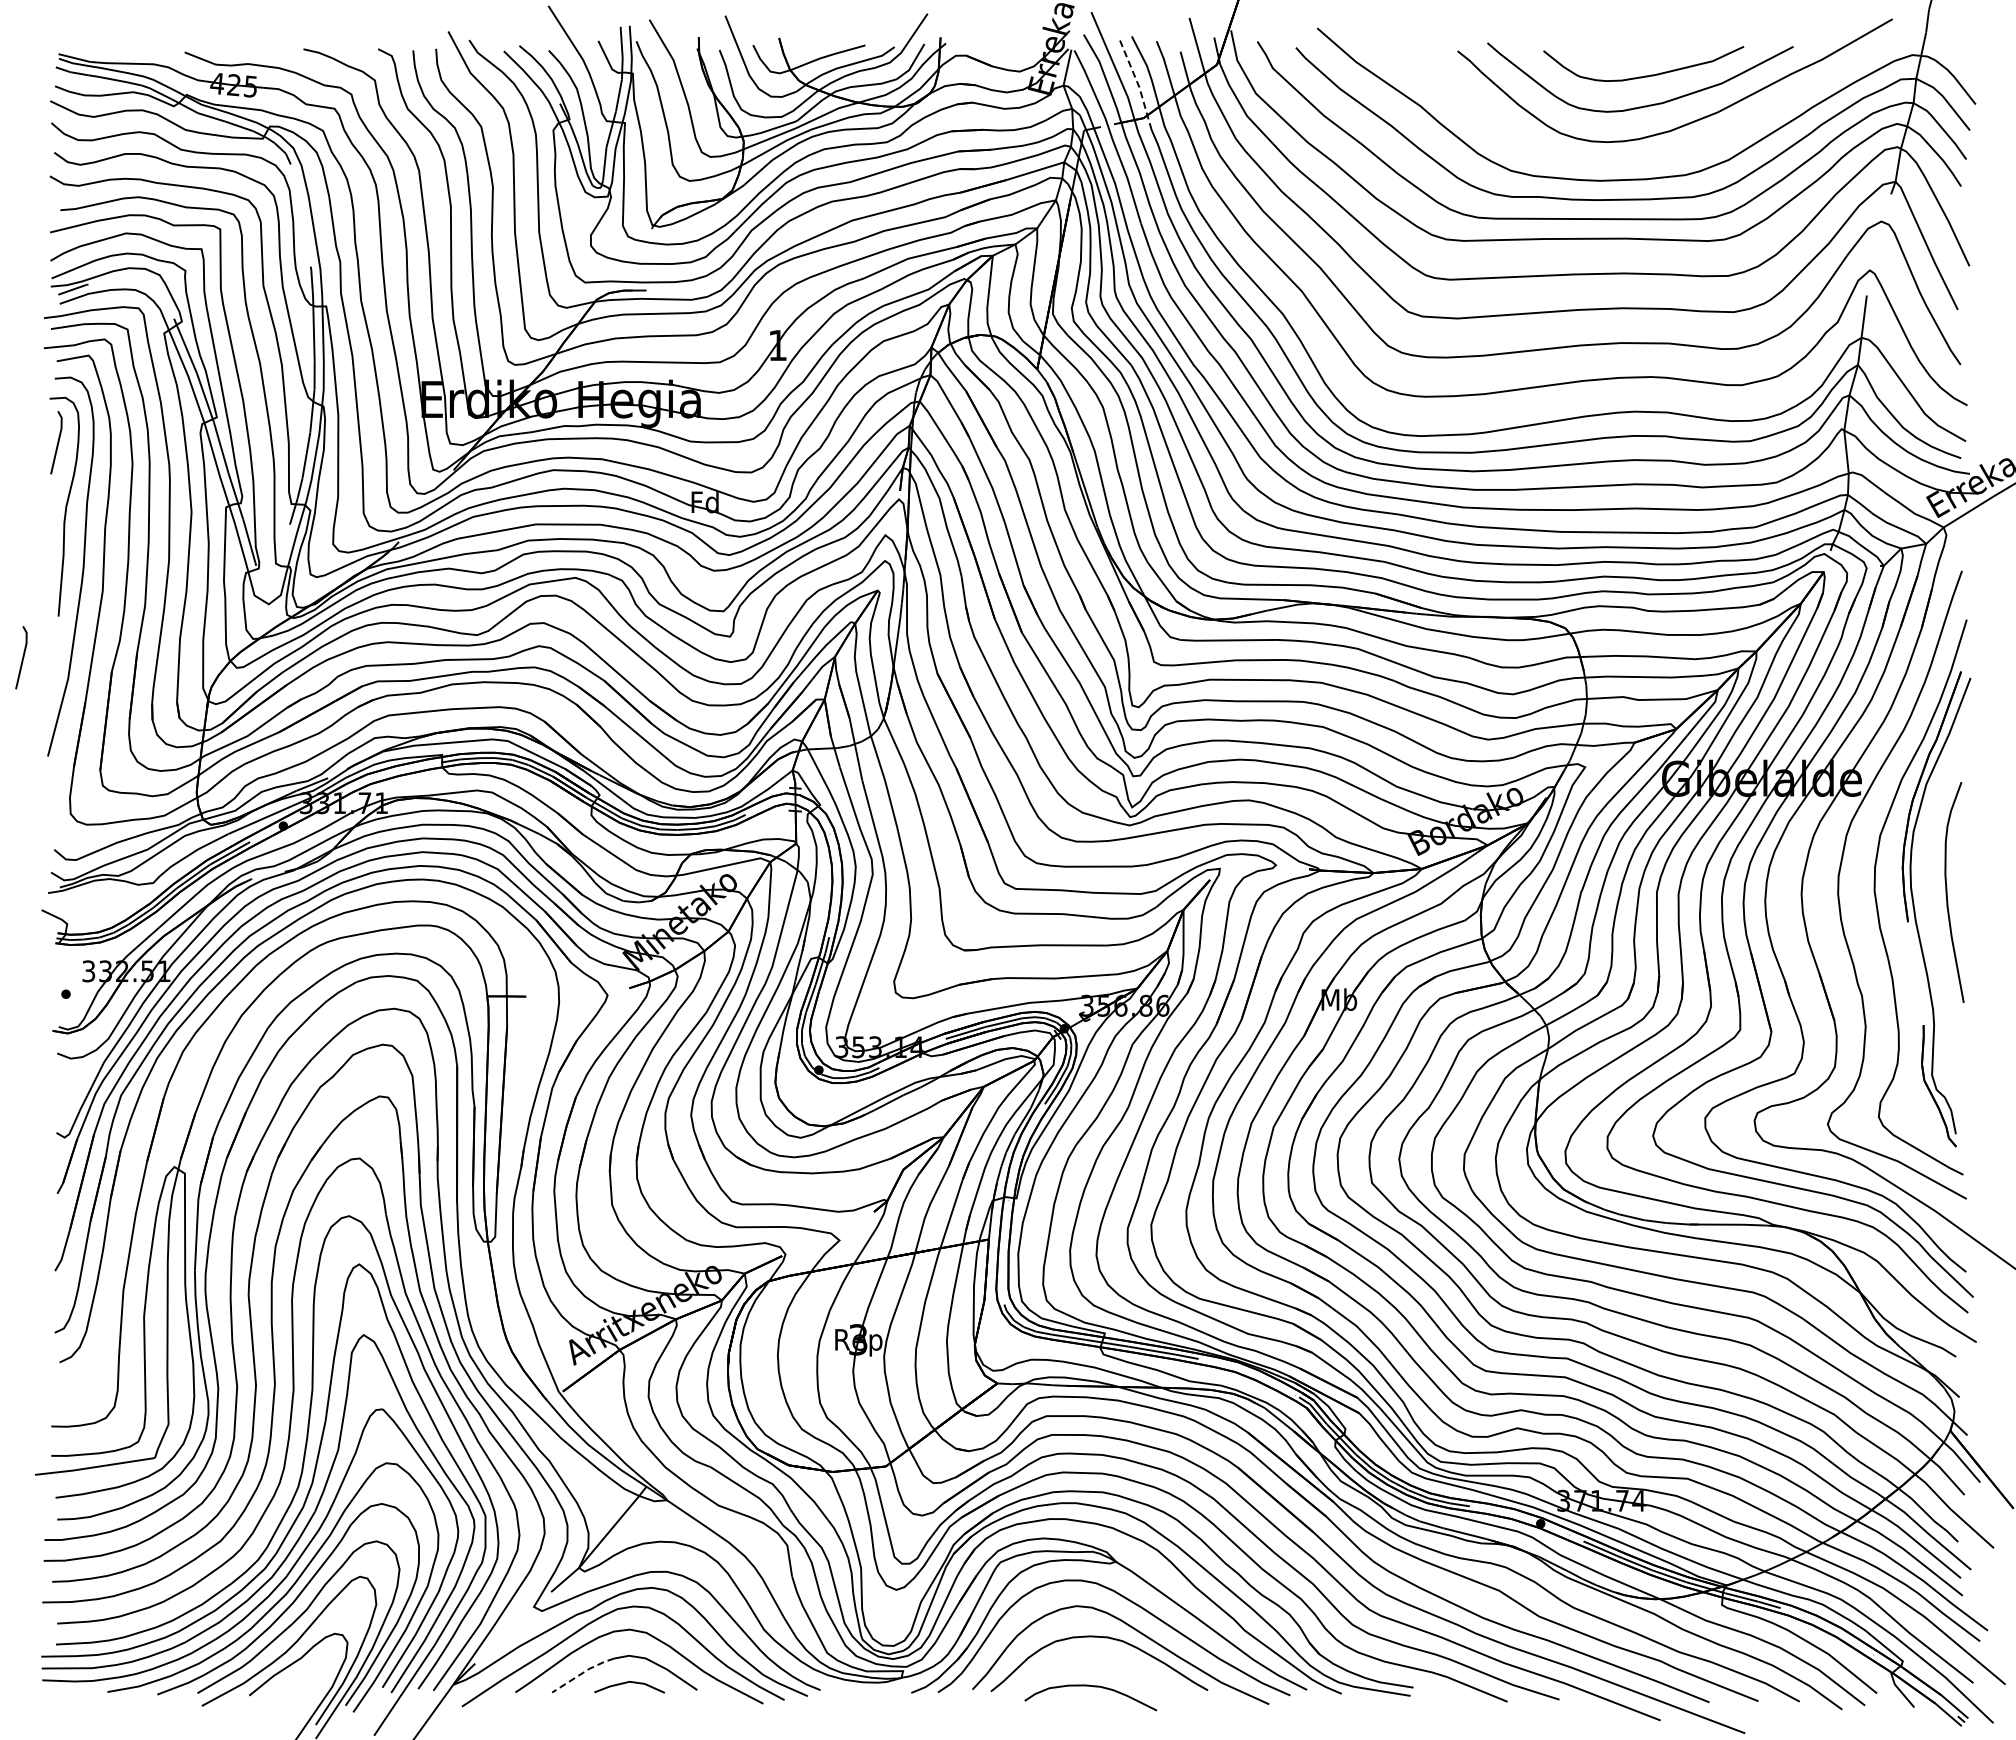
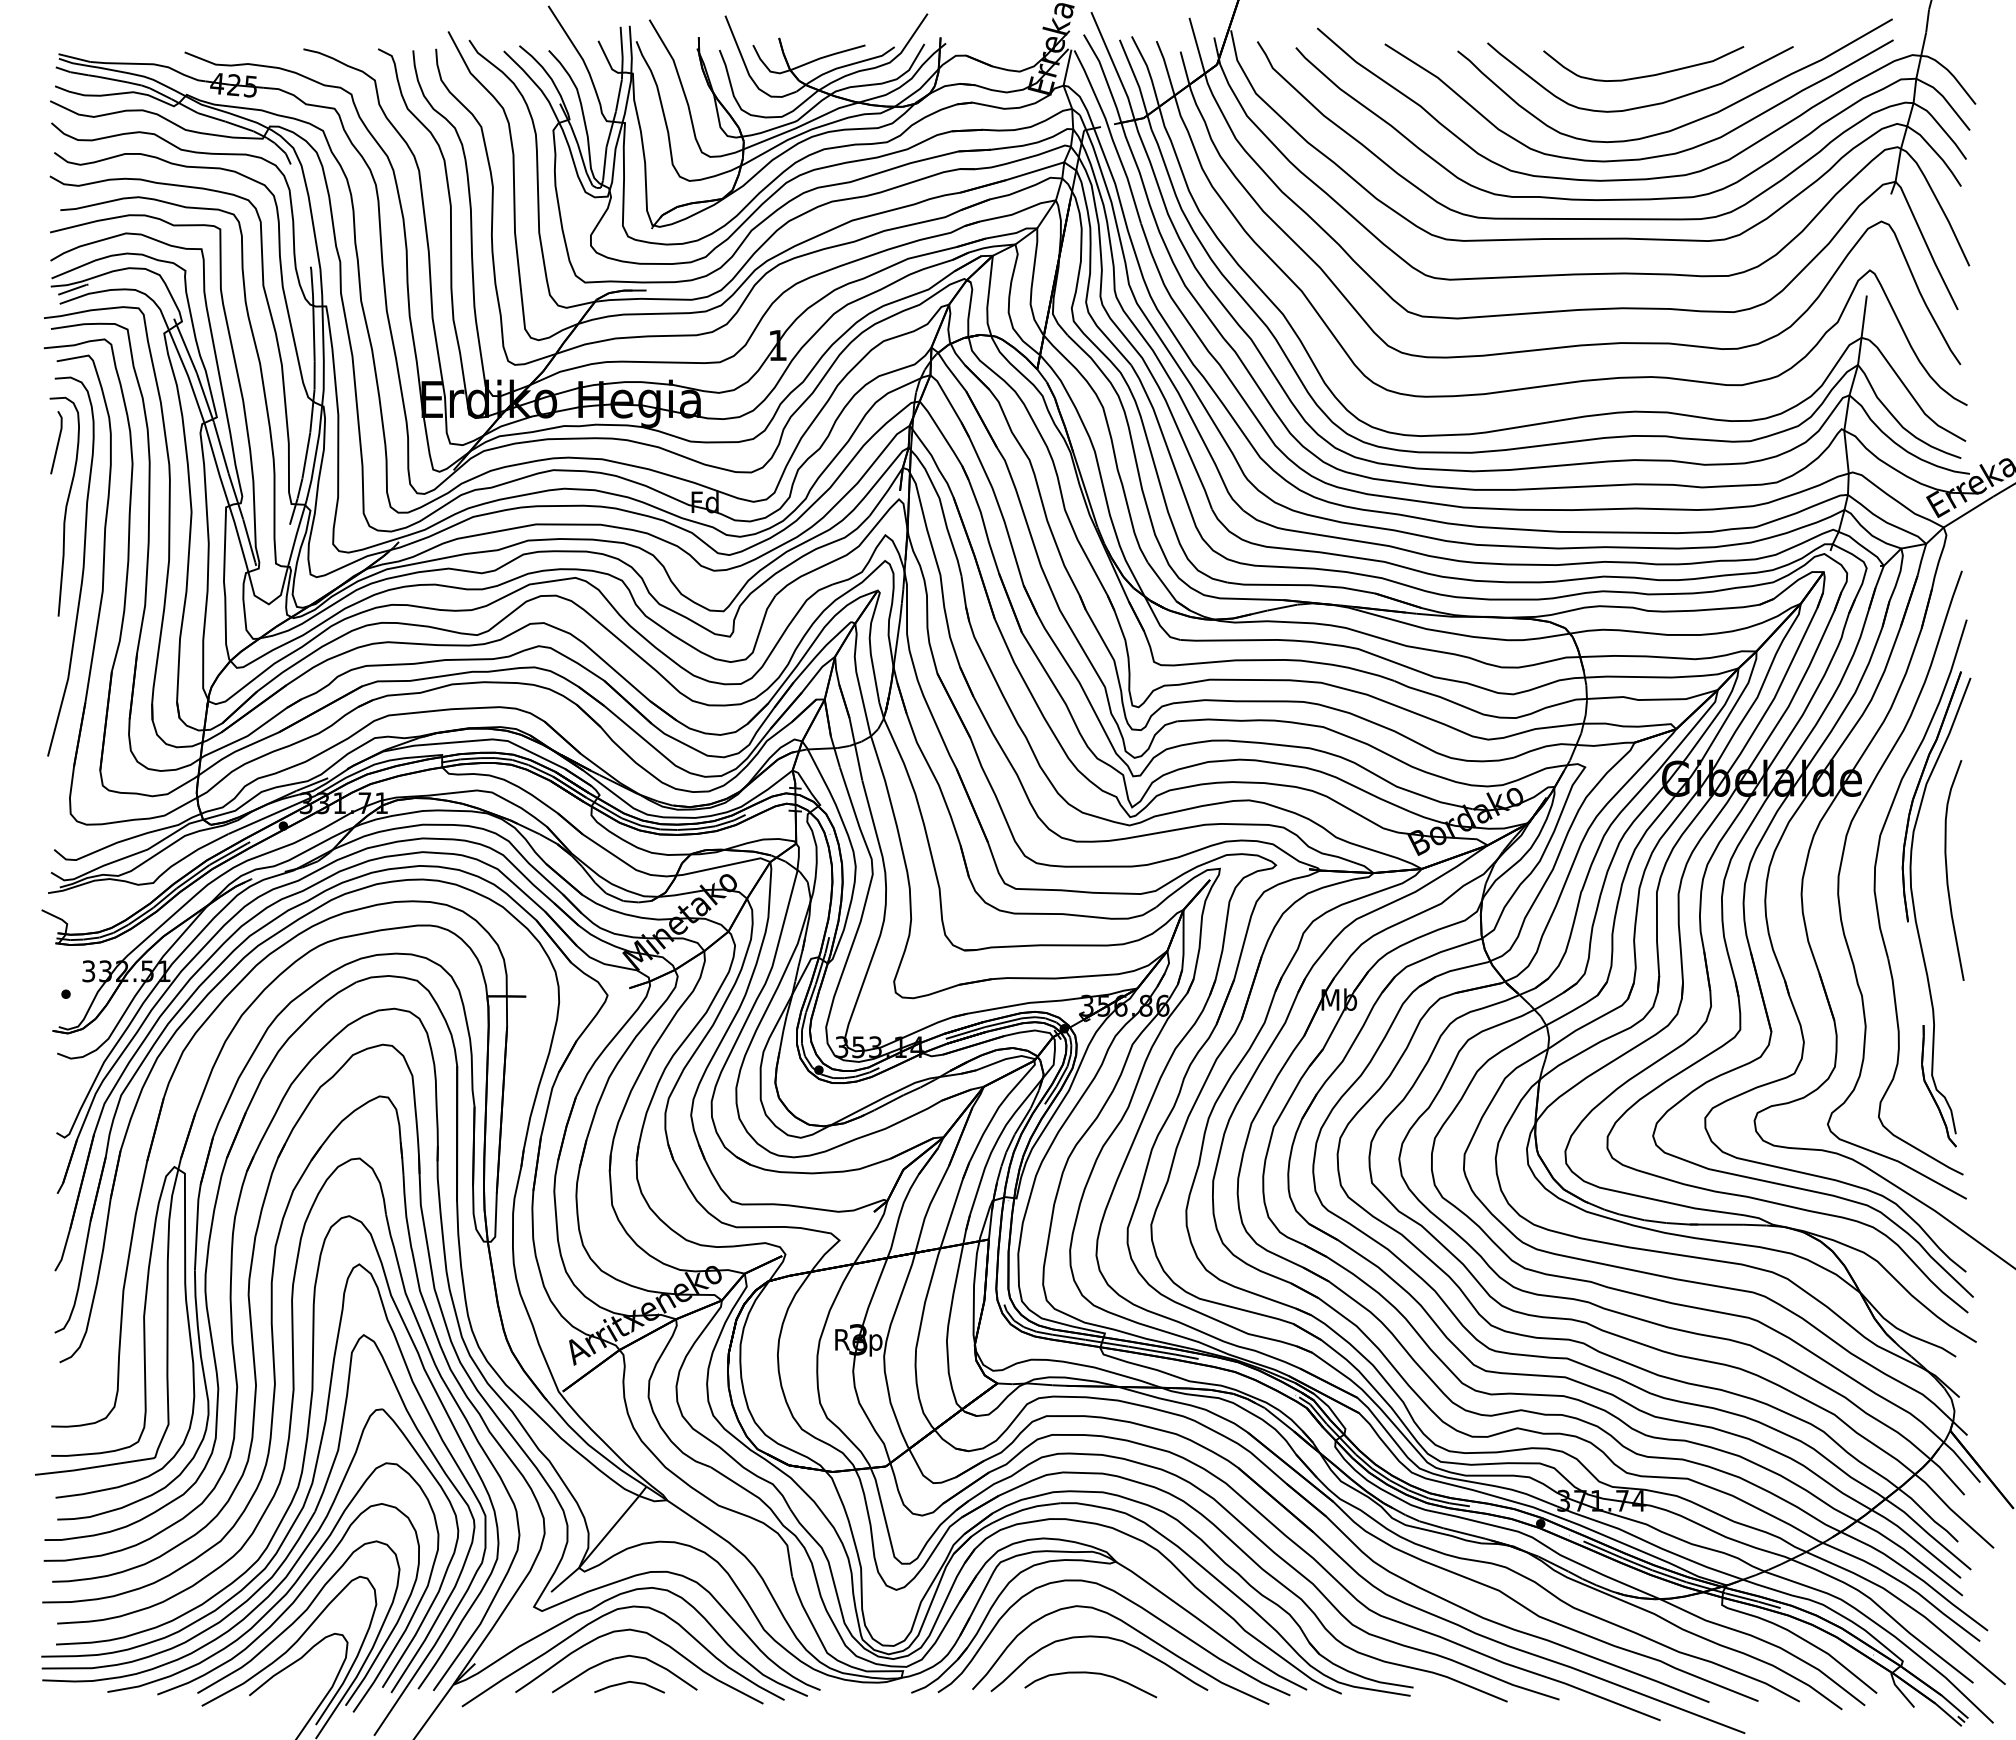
line at (1138, 84): dashed -> solid
curve at (1650, 156): none -> present
line at (22, 657): present -> none
curve at (1947, 892) position: (1947, 892) -> (1947, 870)
line at (583, 1672): dashed -> solid
curve at (1093, 1687) position: (1093, 1687) -> (1093, 1674)
